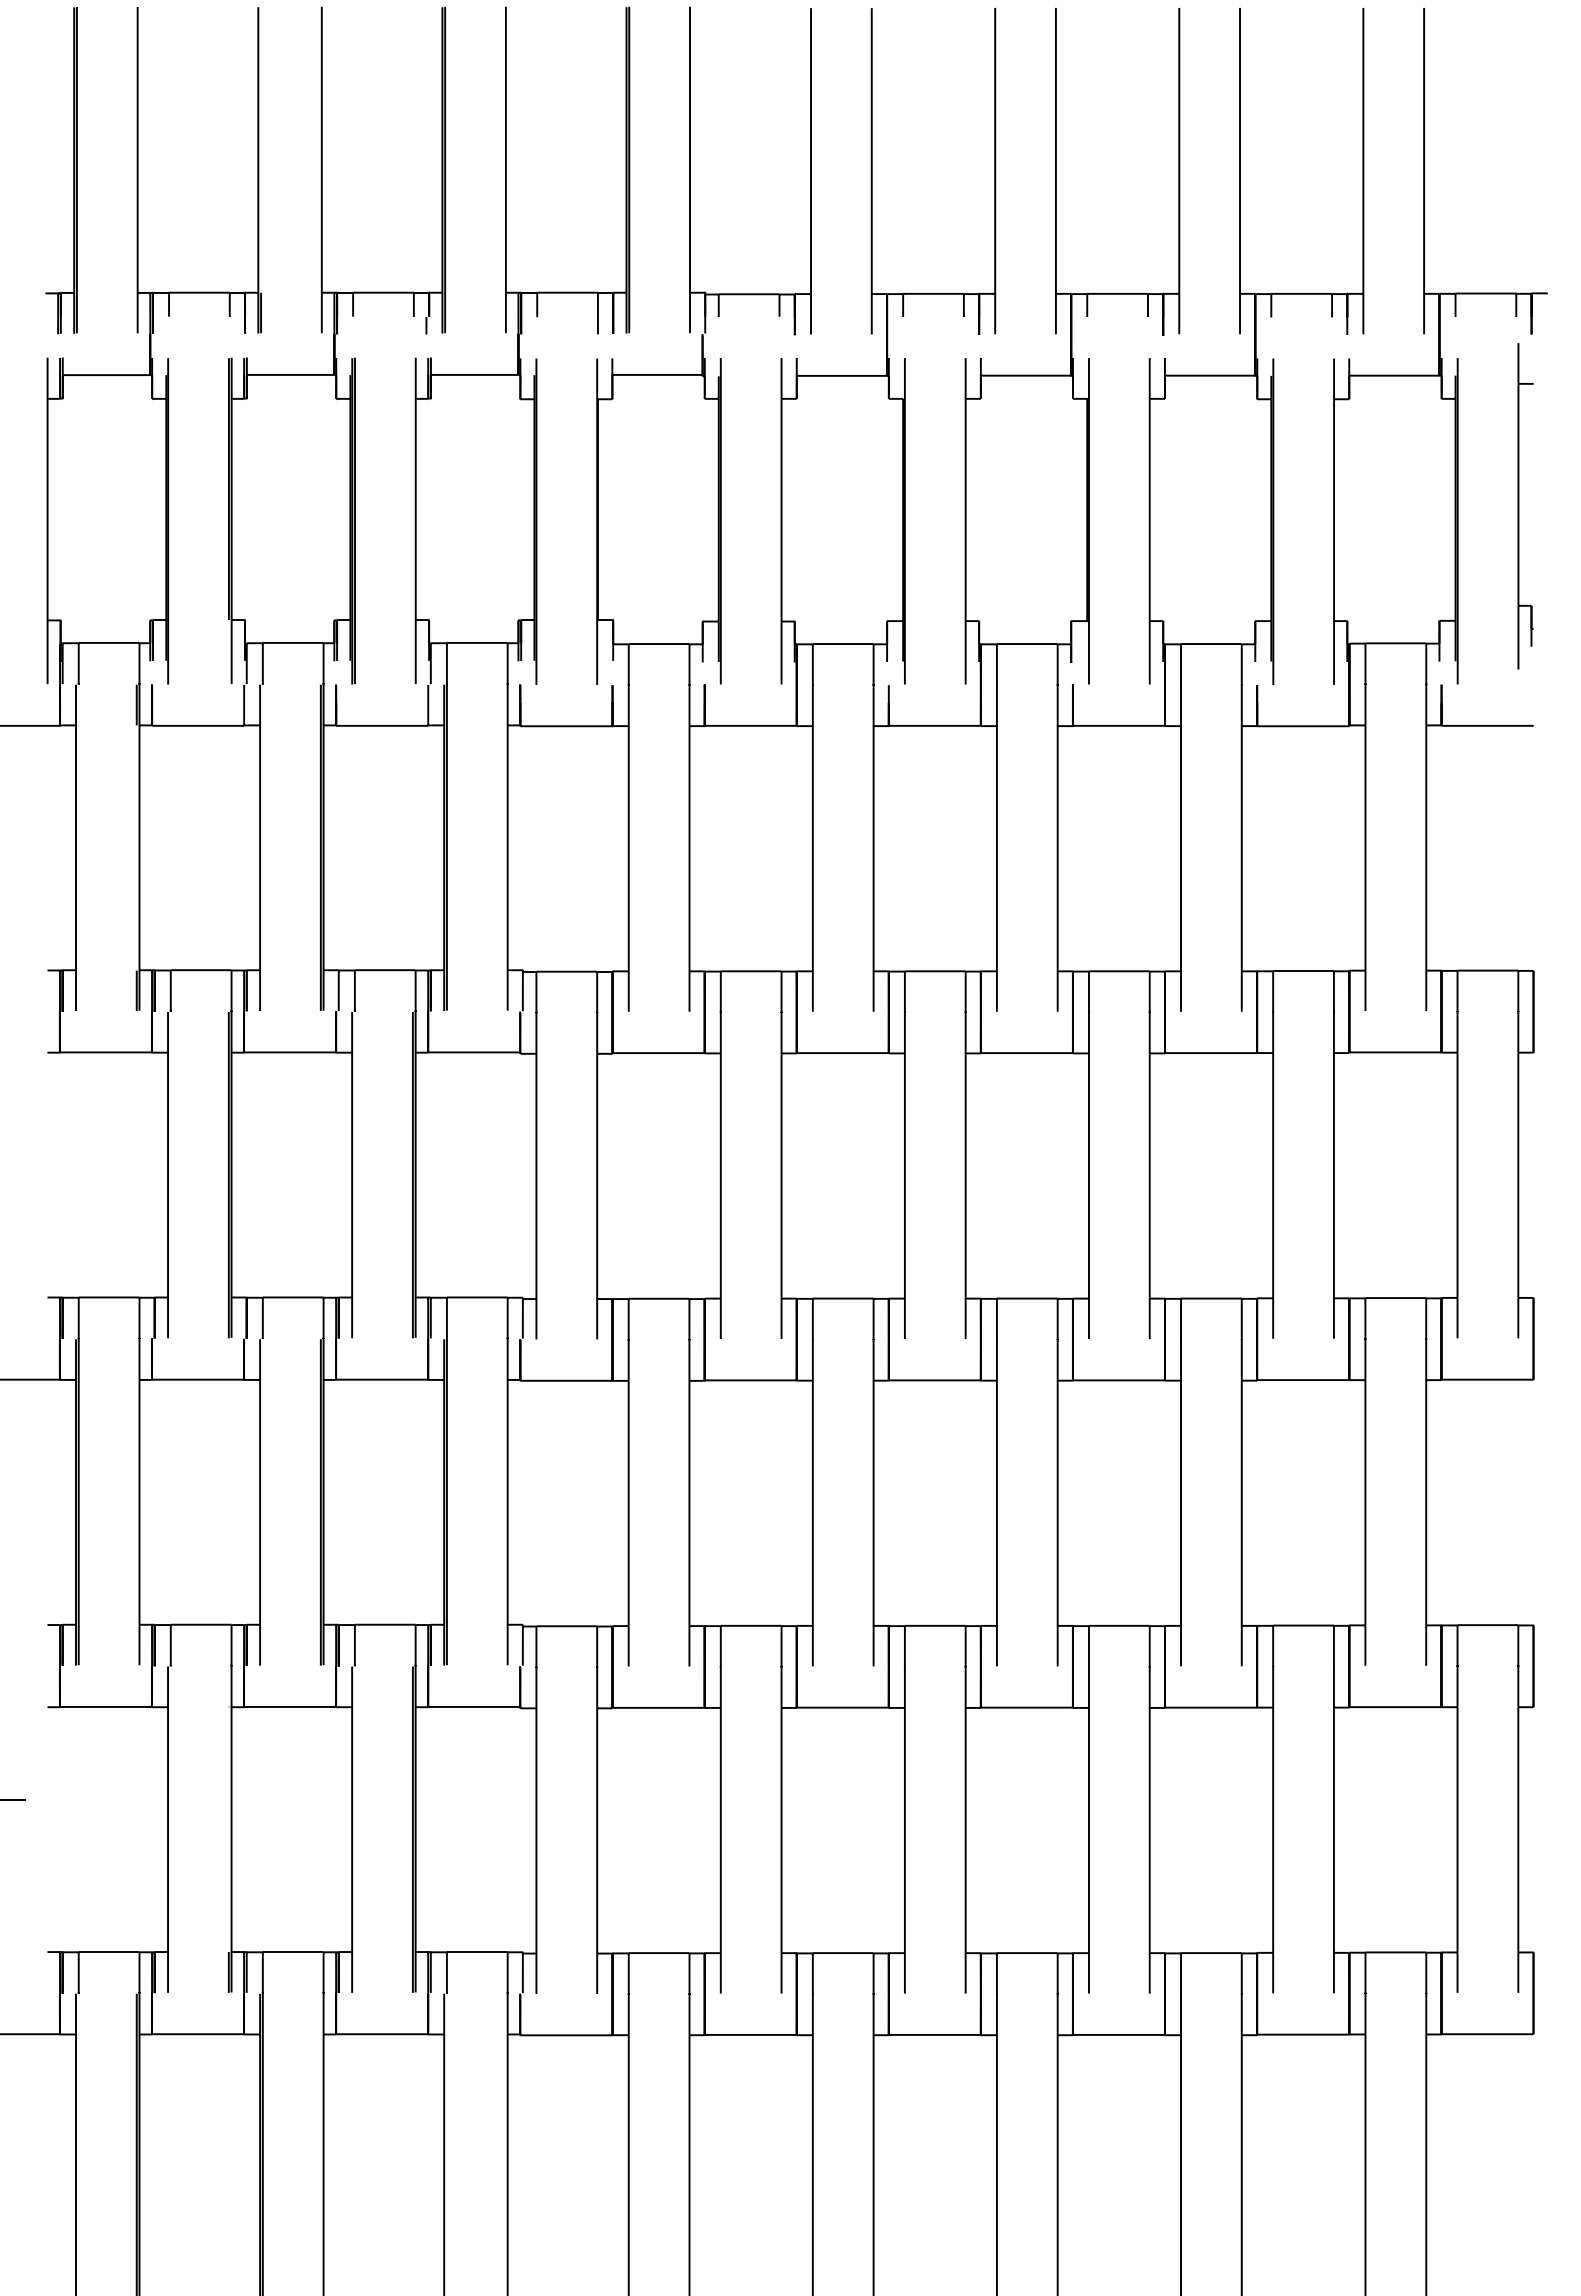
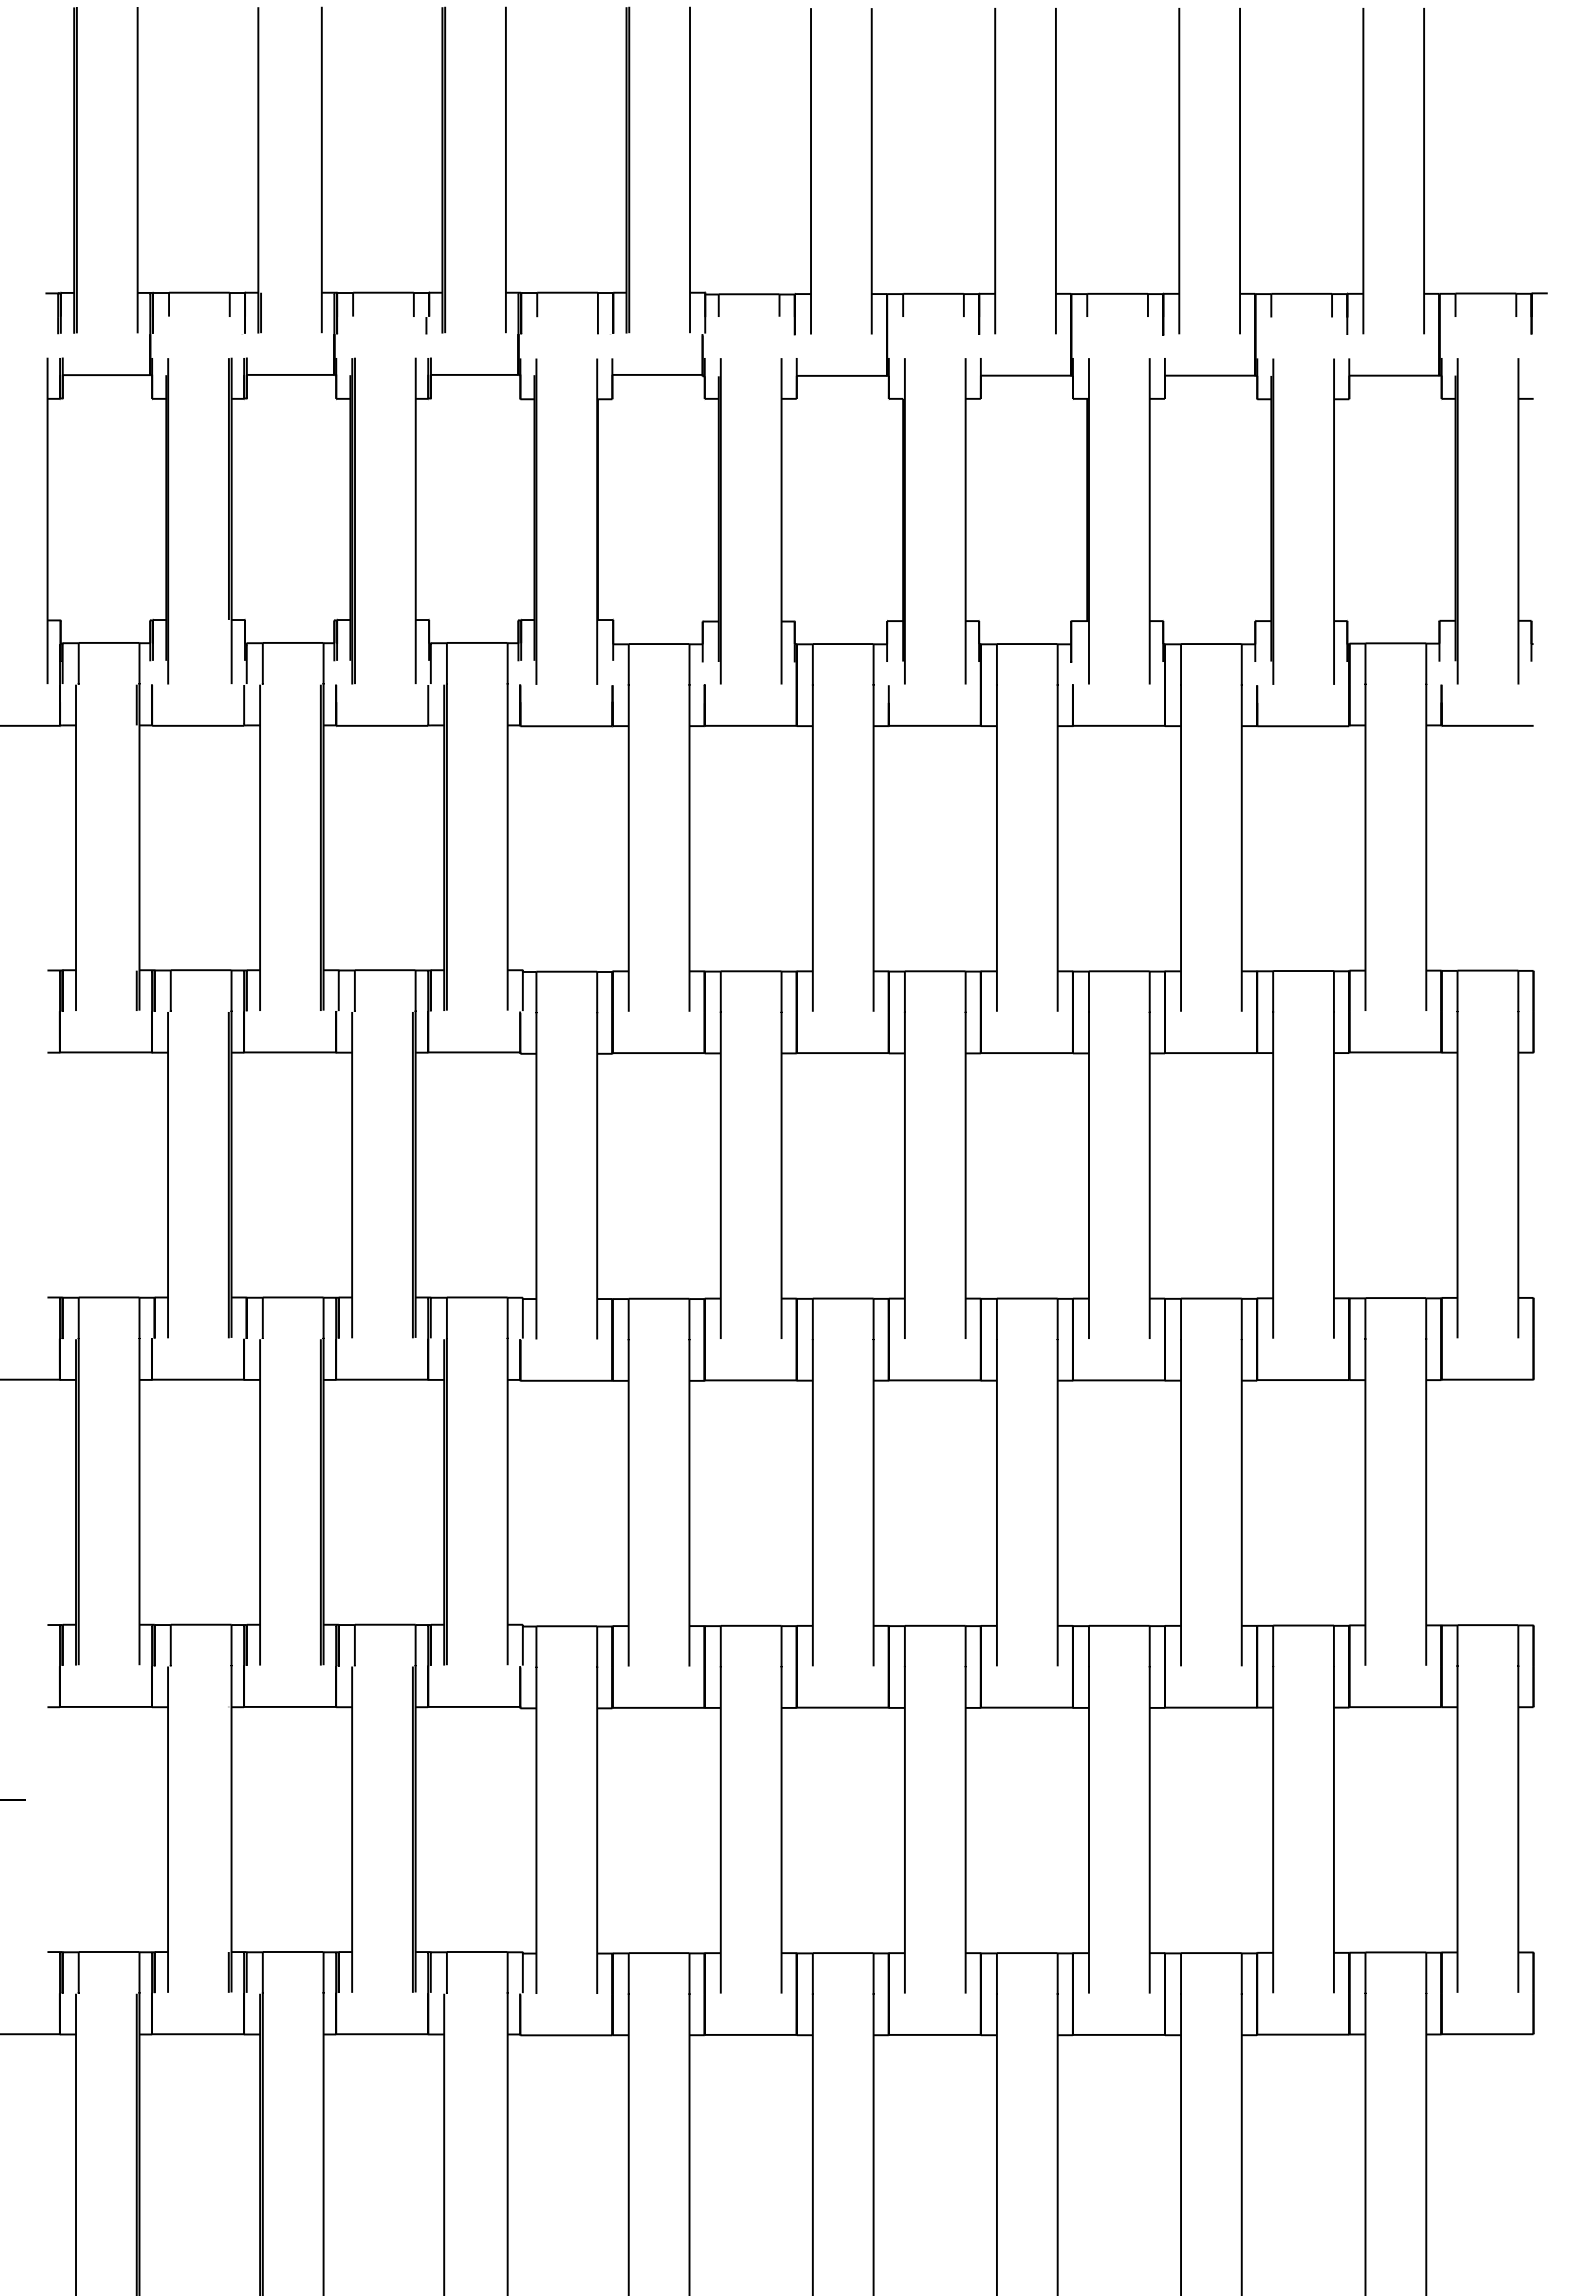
part at (1525, 506) position: (1525, 506) -> (1525, 521)
